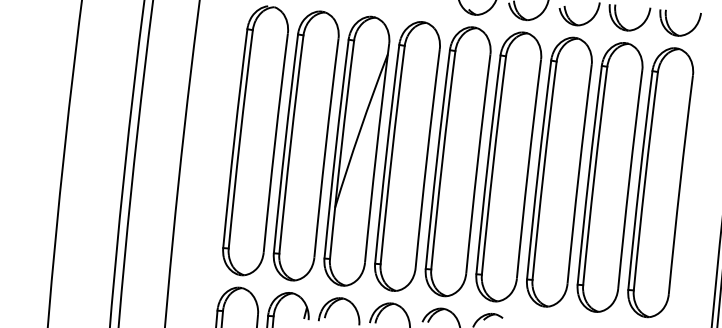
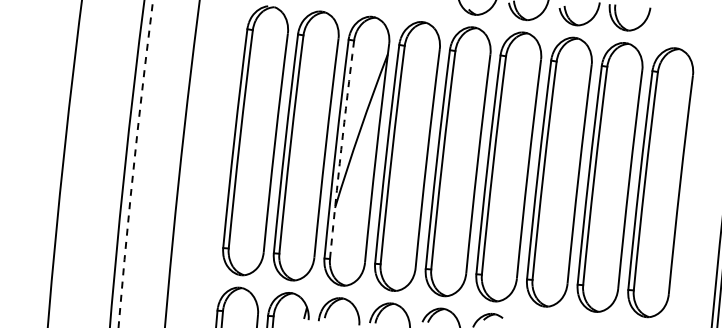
part at (671, 28): present -> none
arc at (341, 149): solid -> dashed
arc at (134, 164): solid -> dashed
